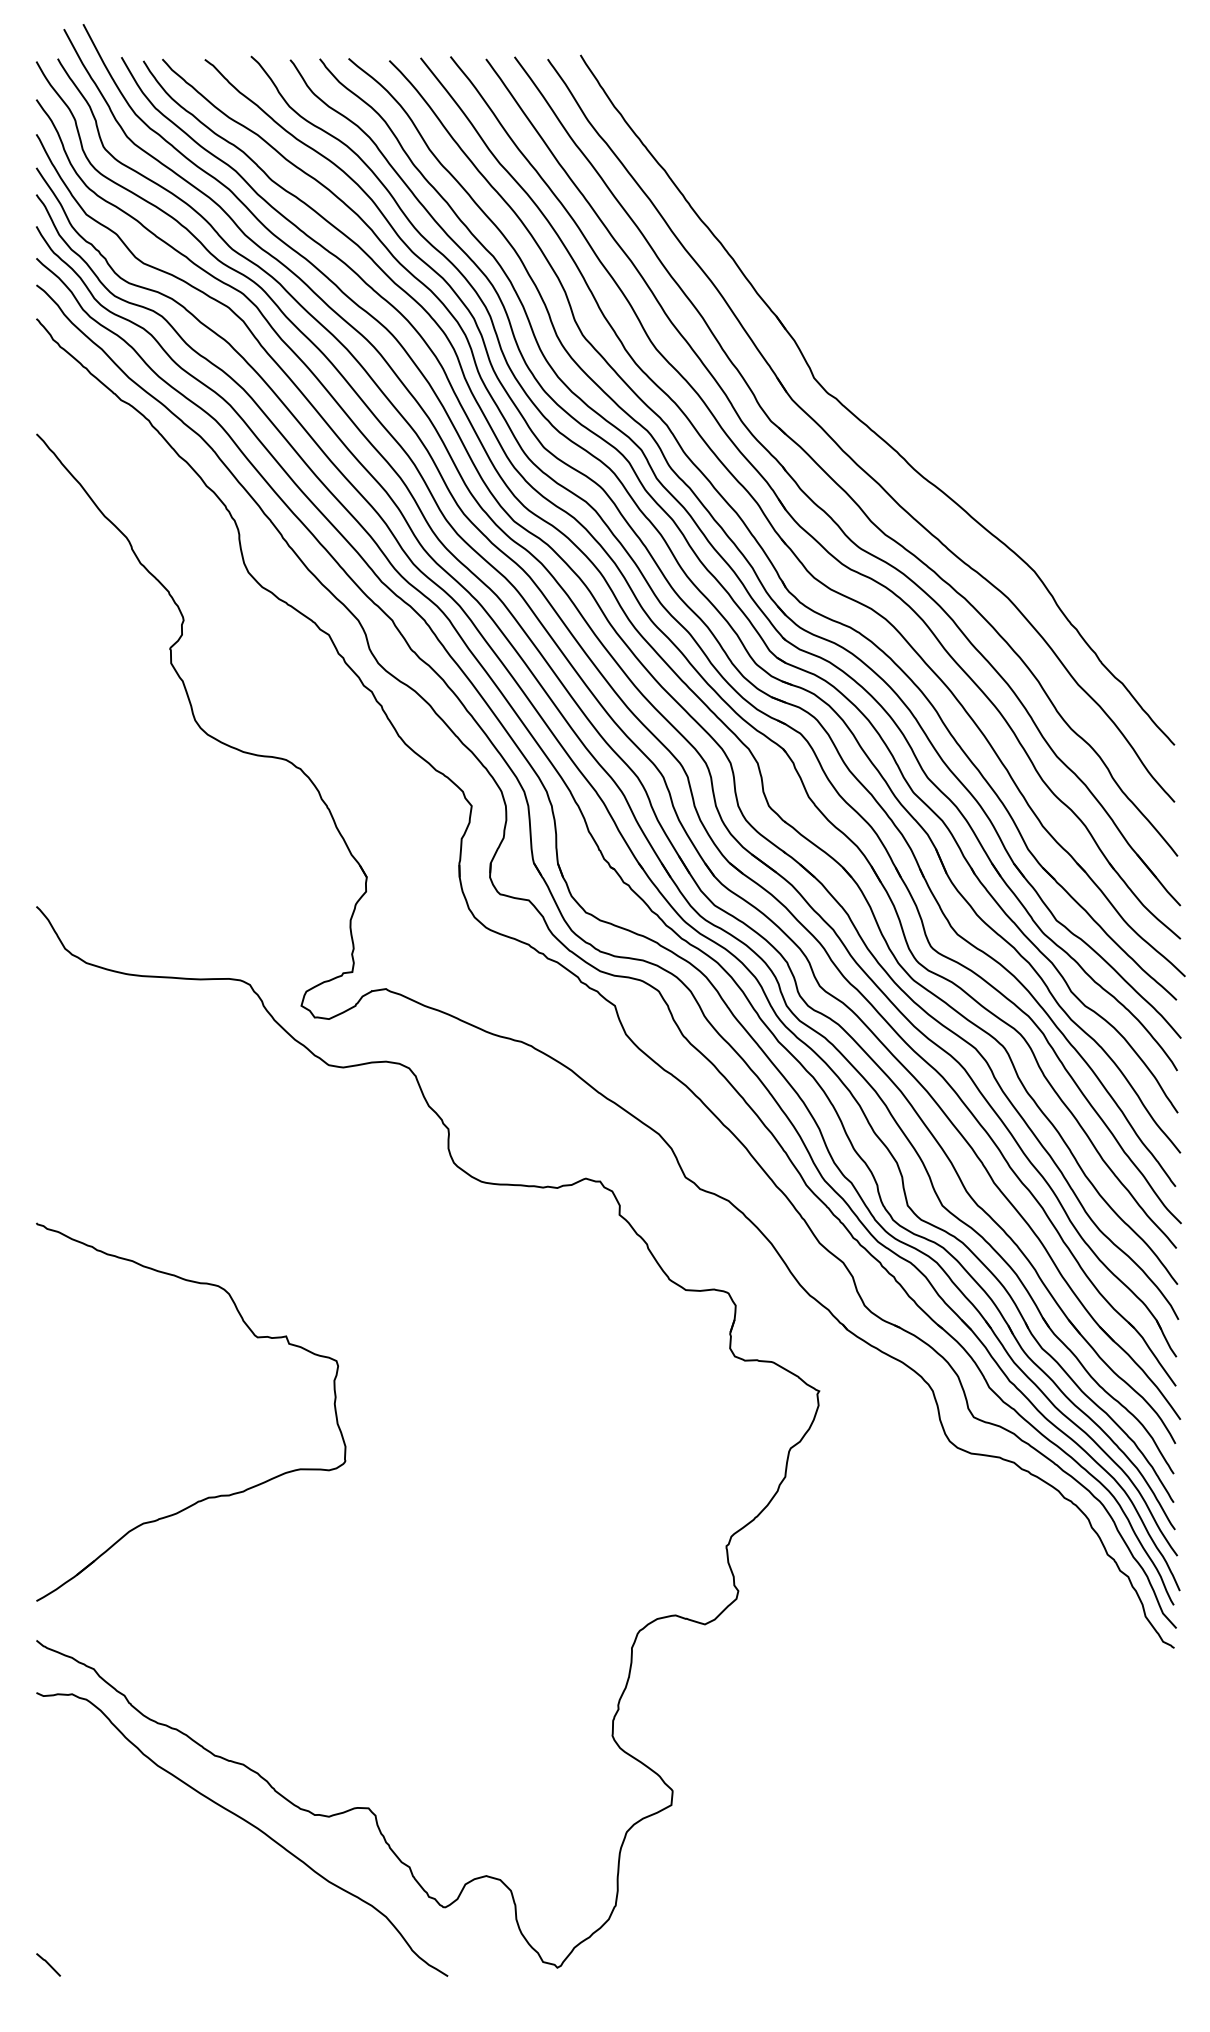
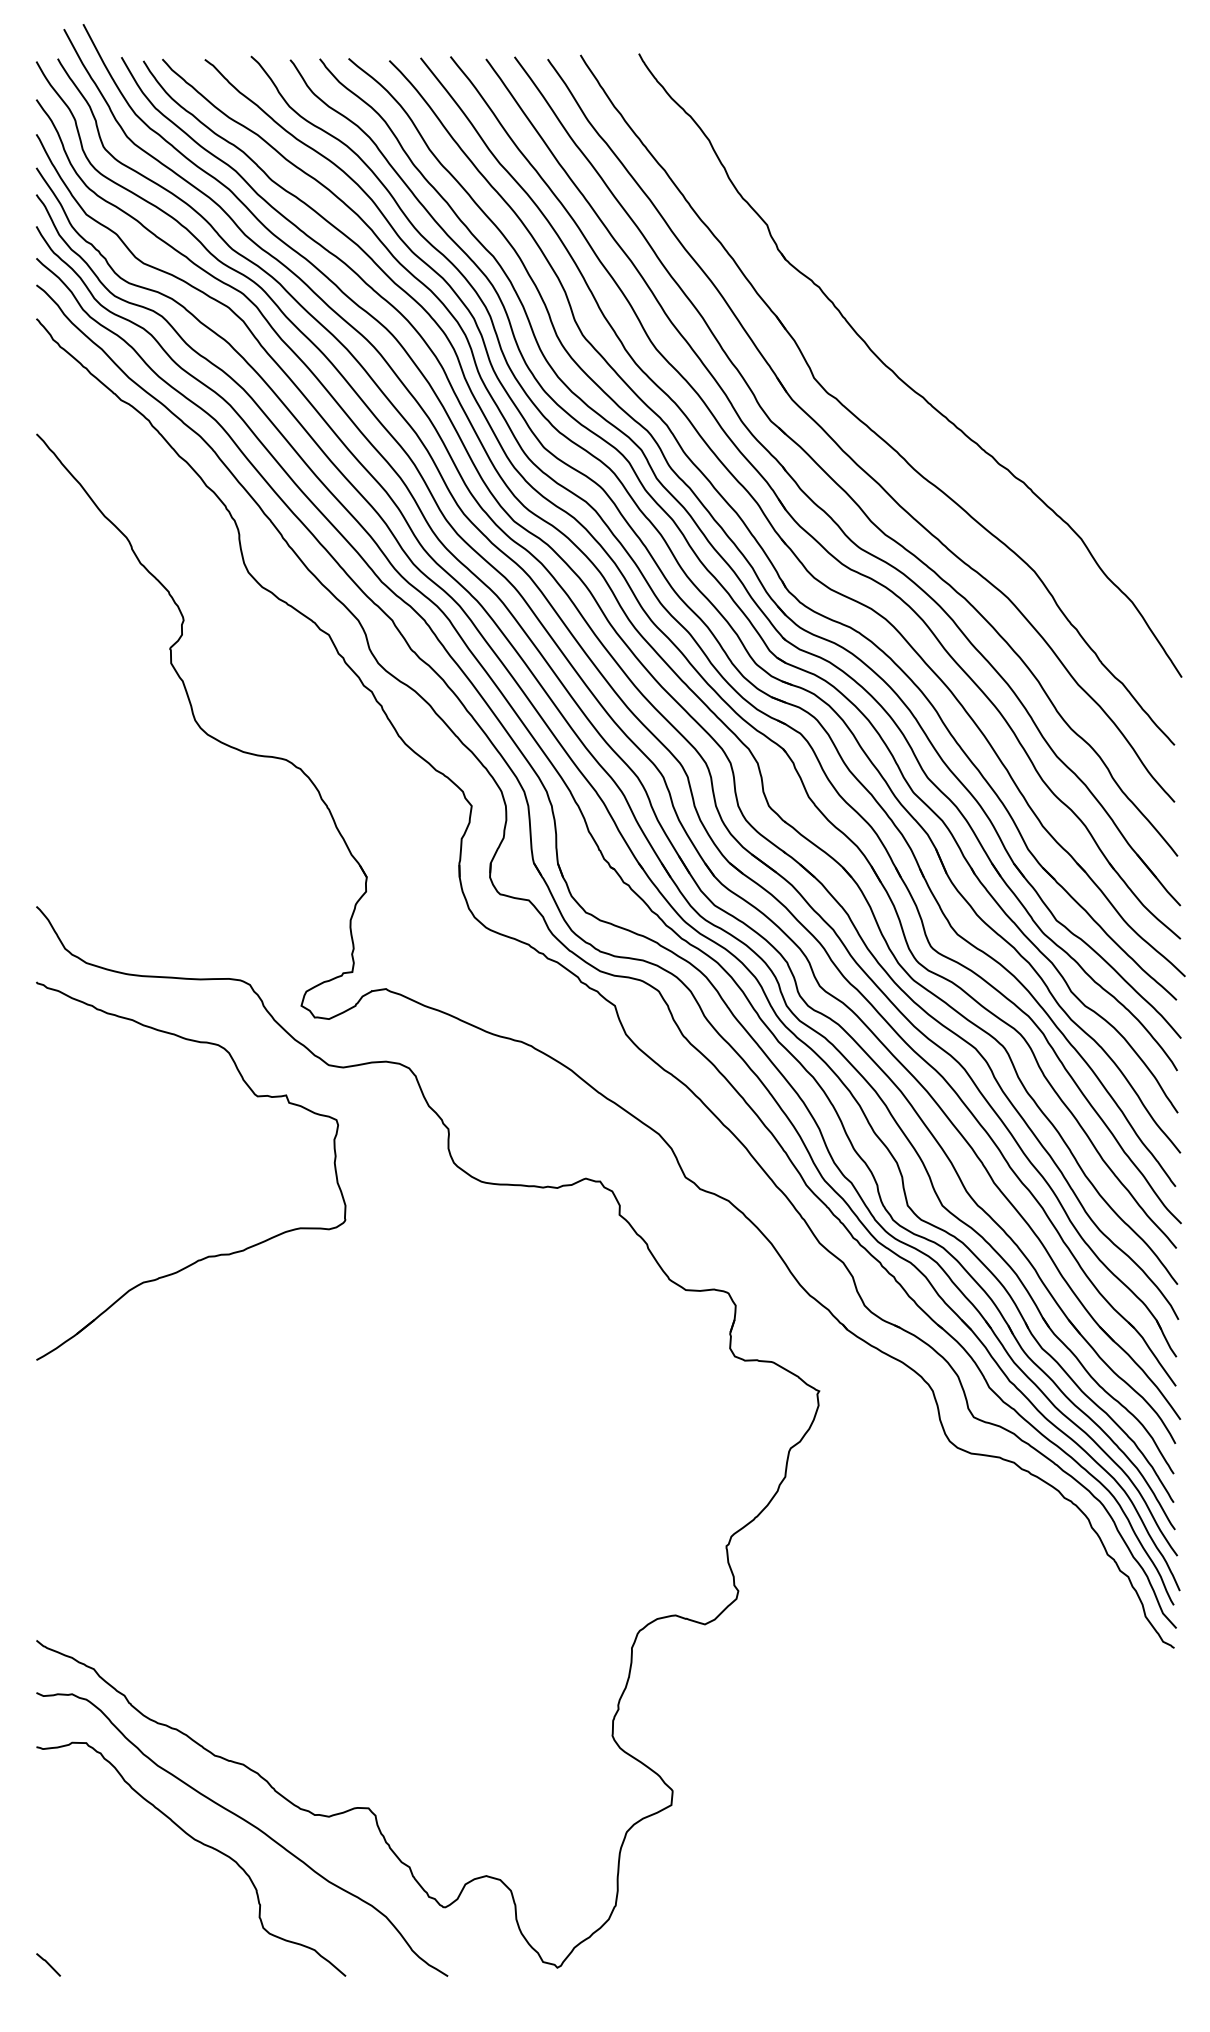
part at (896, 373): none -> present
part at (208, 1496) position: (208, 1496) -> (208, 1255)
curve at (198, 1842): none -> present
